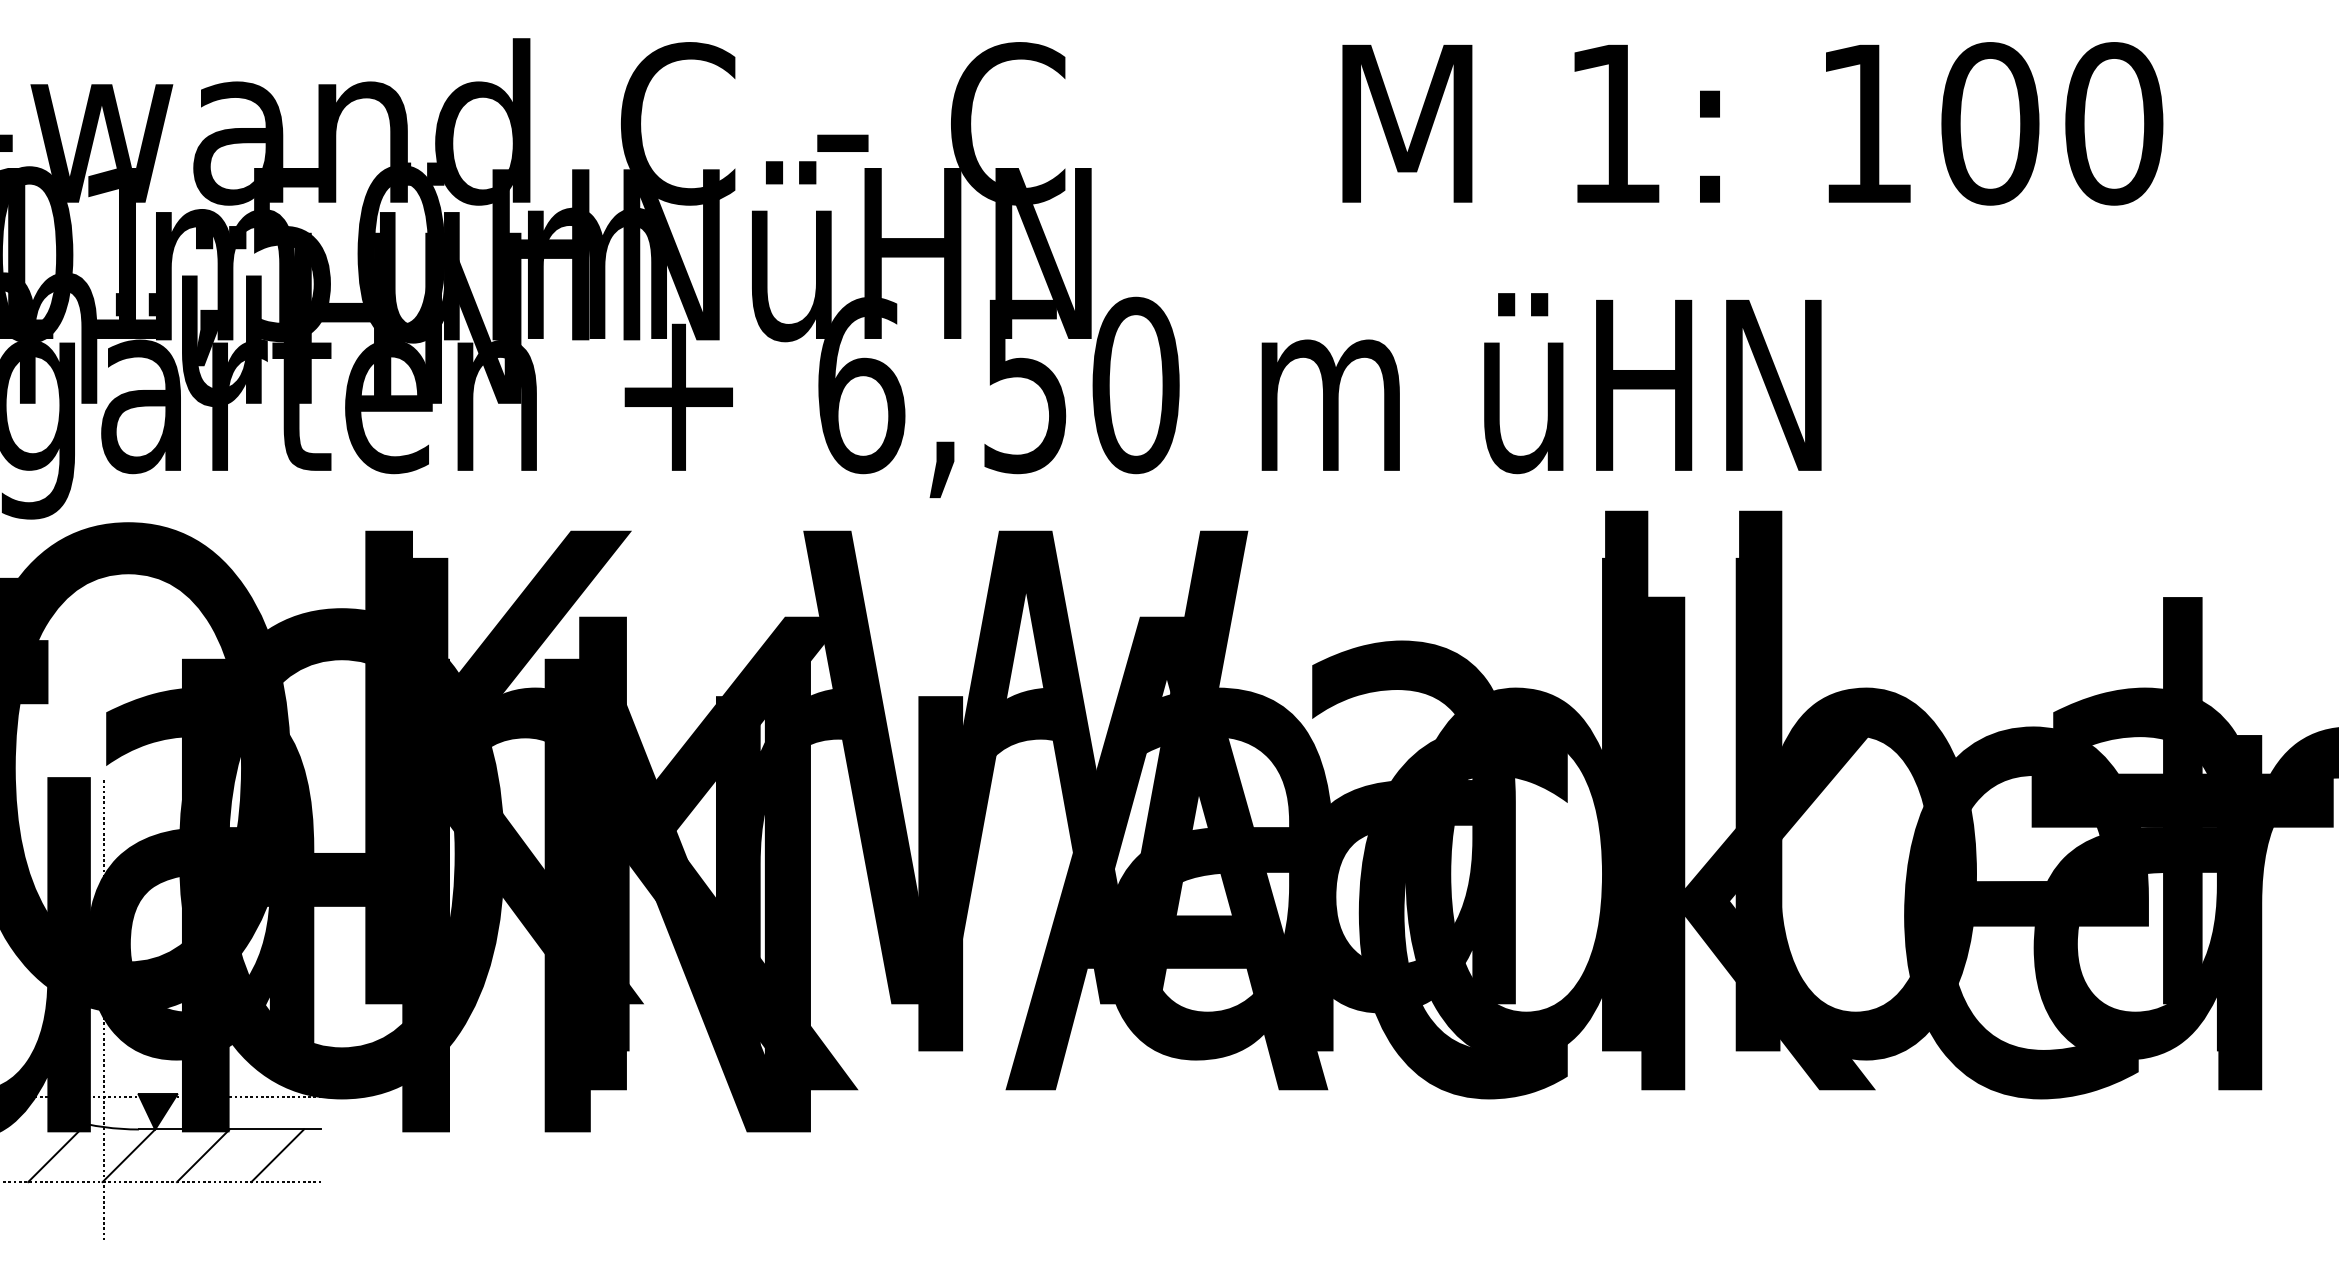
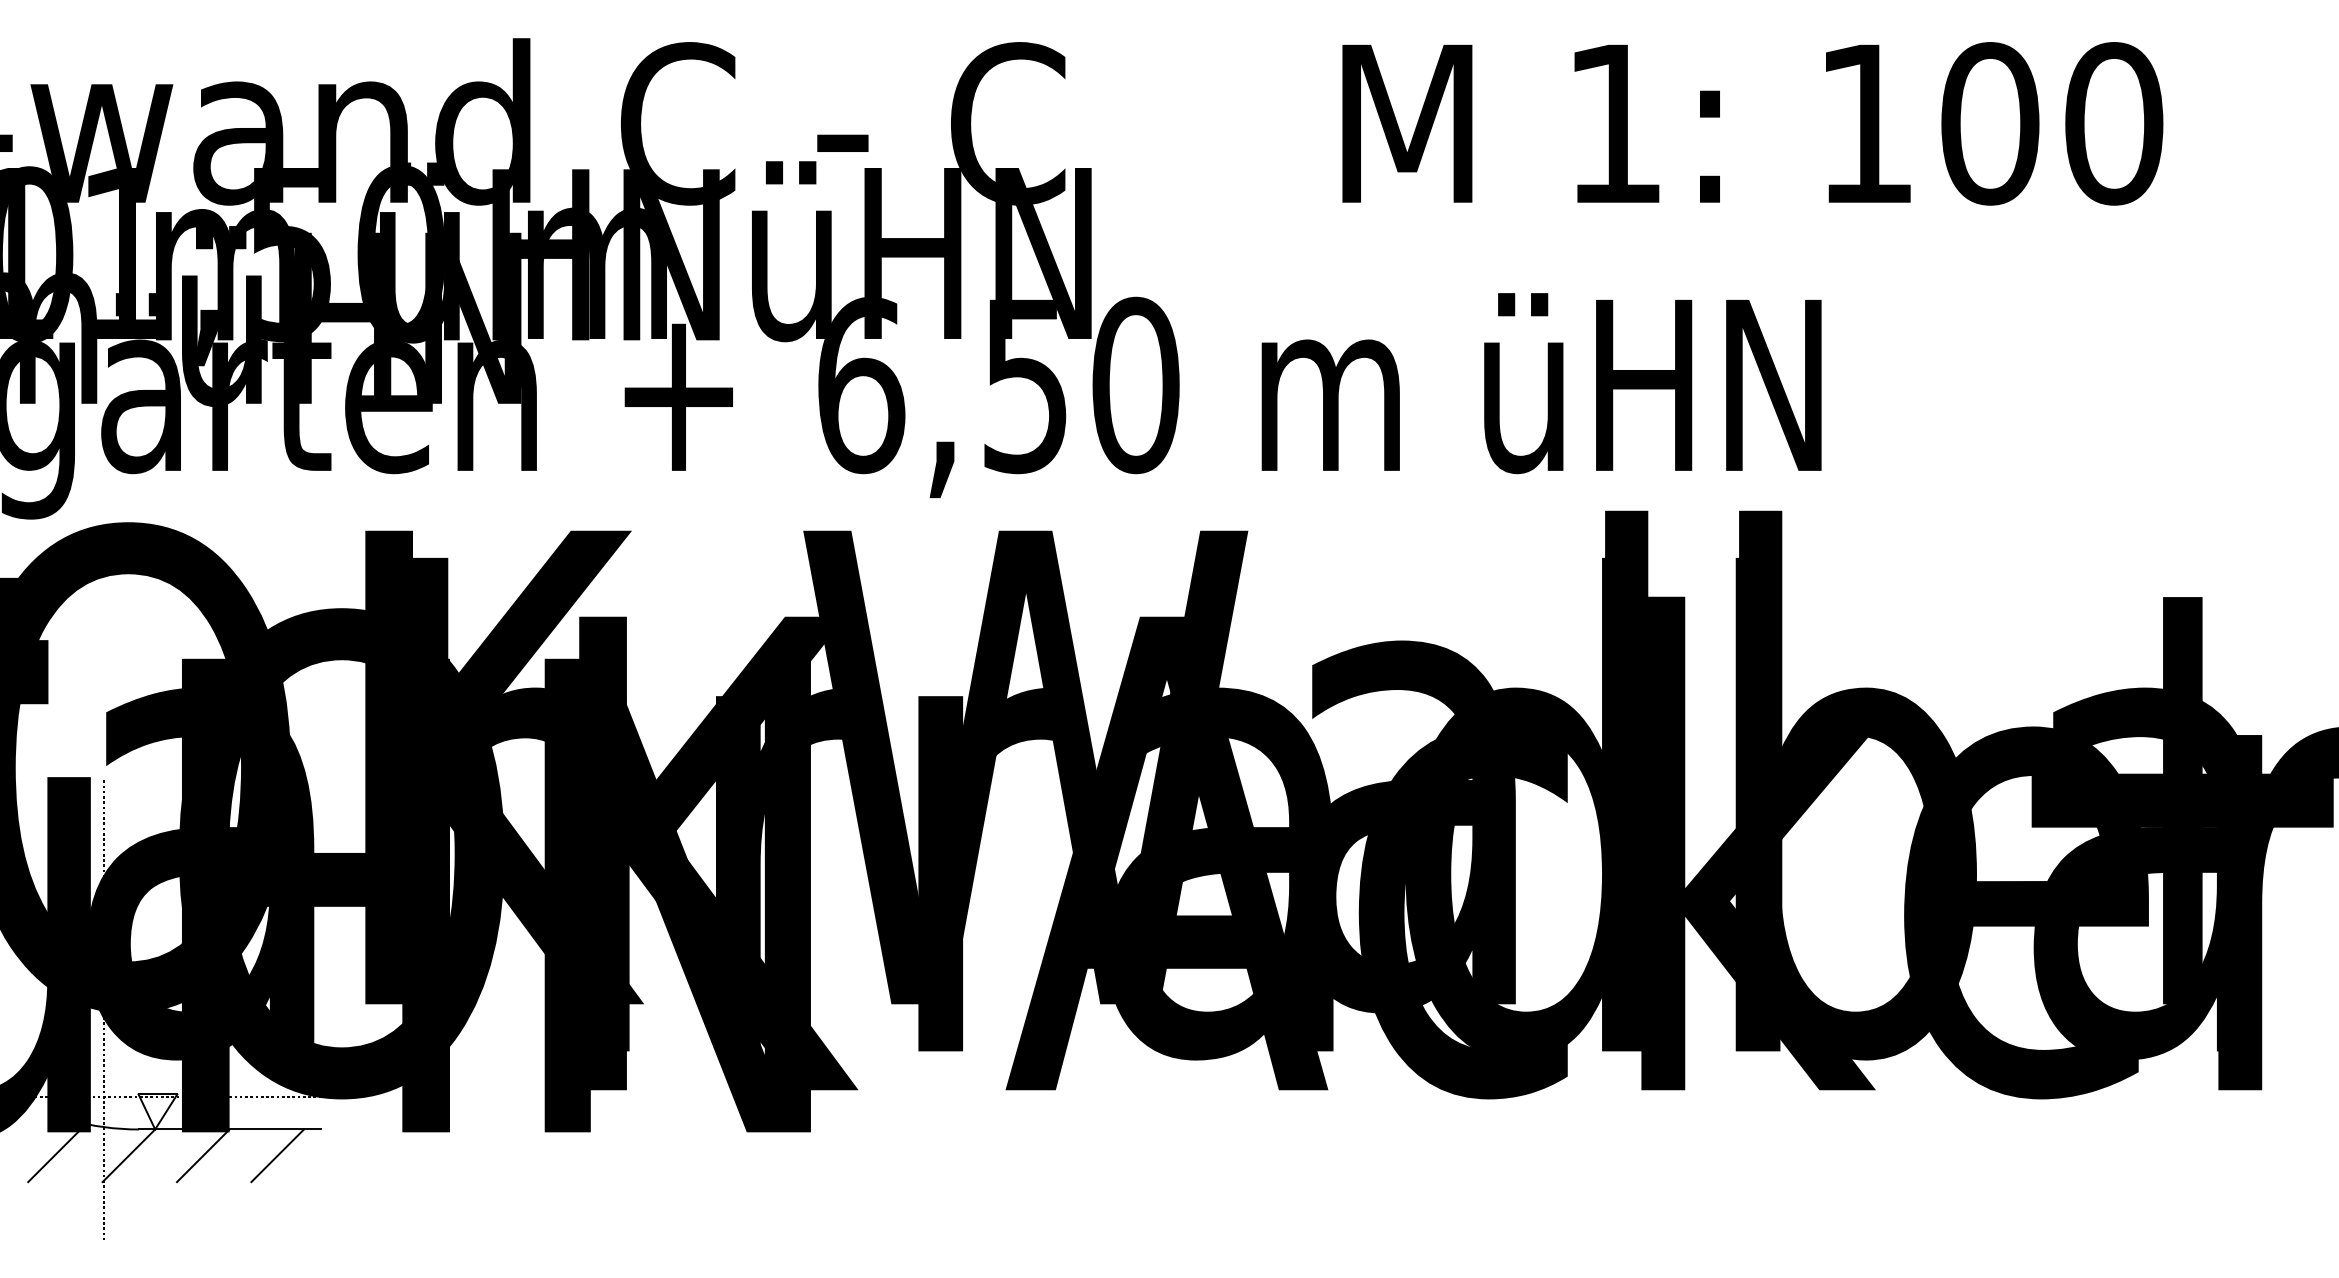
fill at (157, 1111): present -> none
line at (161, 1182): present -> none
